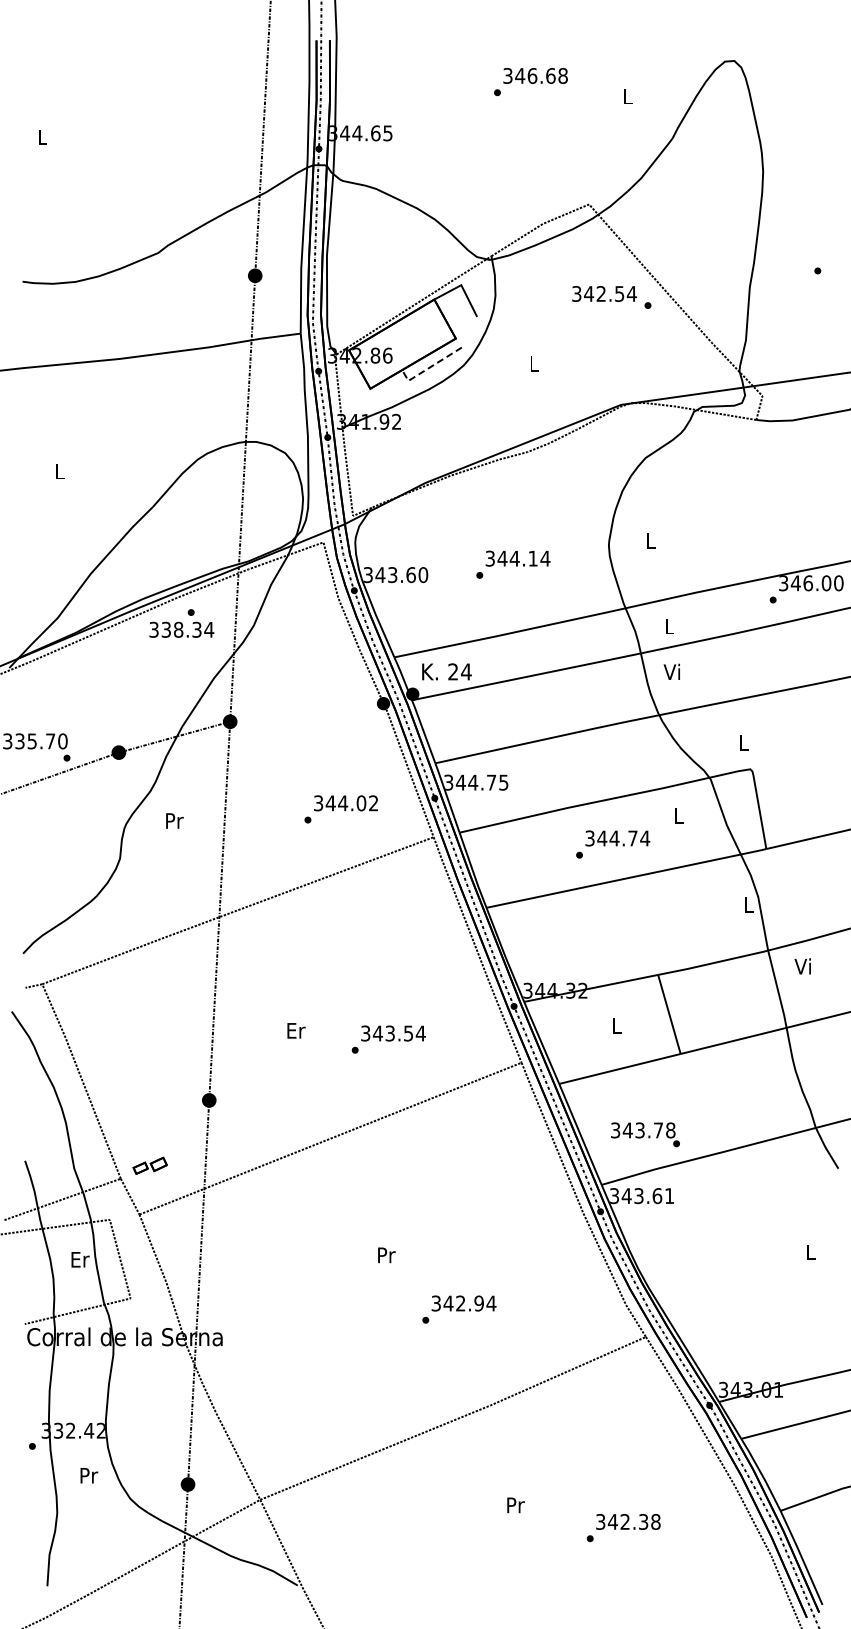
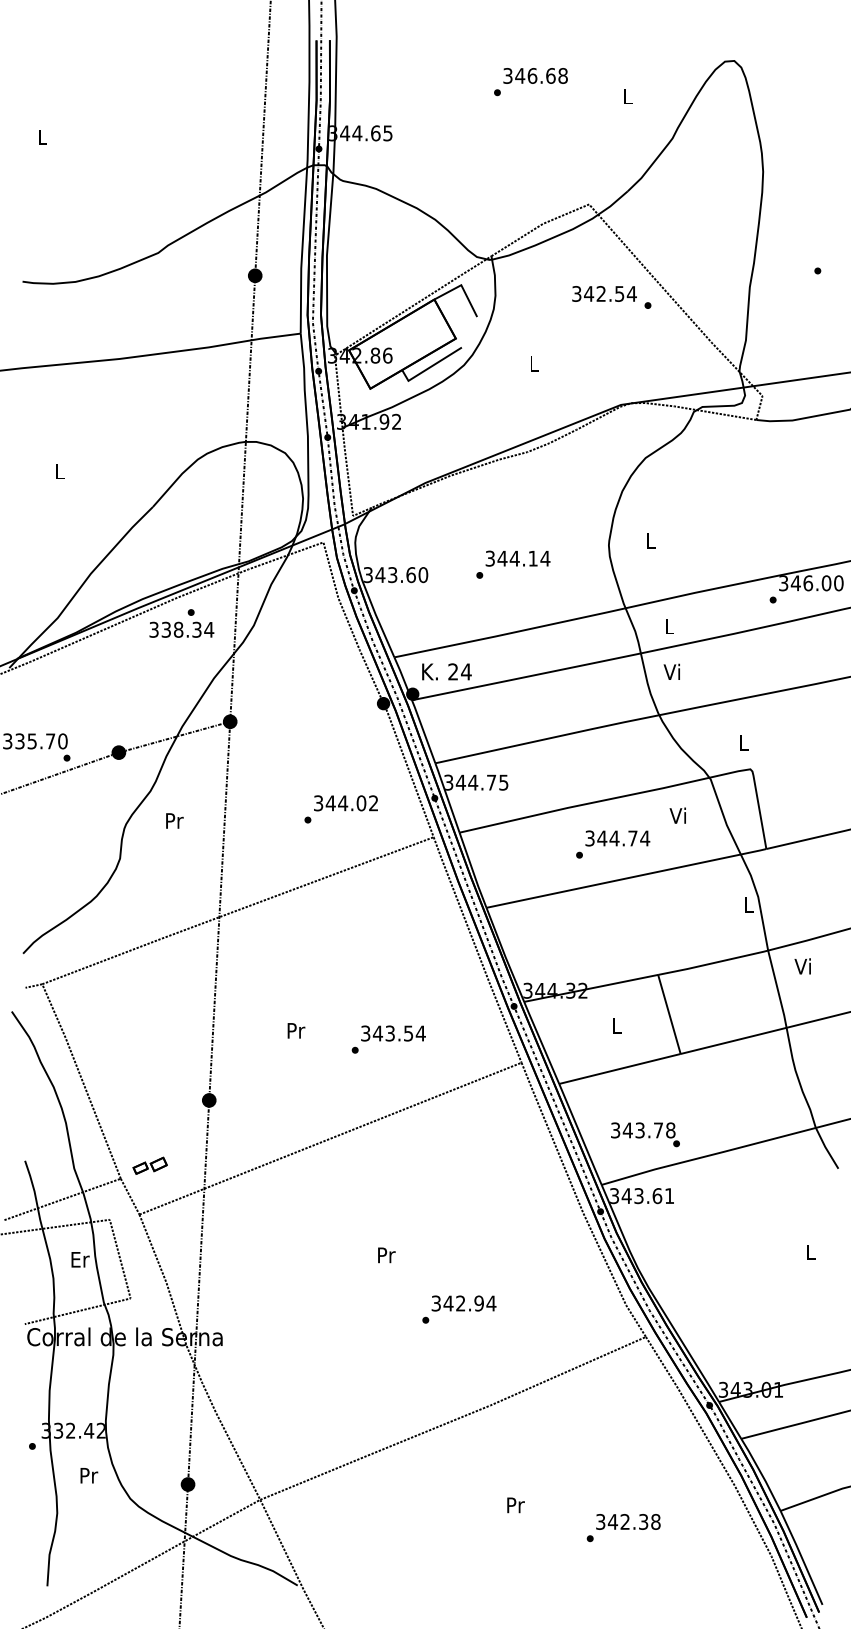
line at (428, 368): dashed -> solid
text at (677, 815): L -> Vi
text at (296, 1030): Er -> Pr
